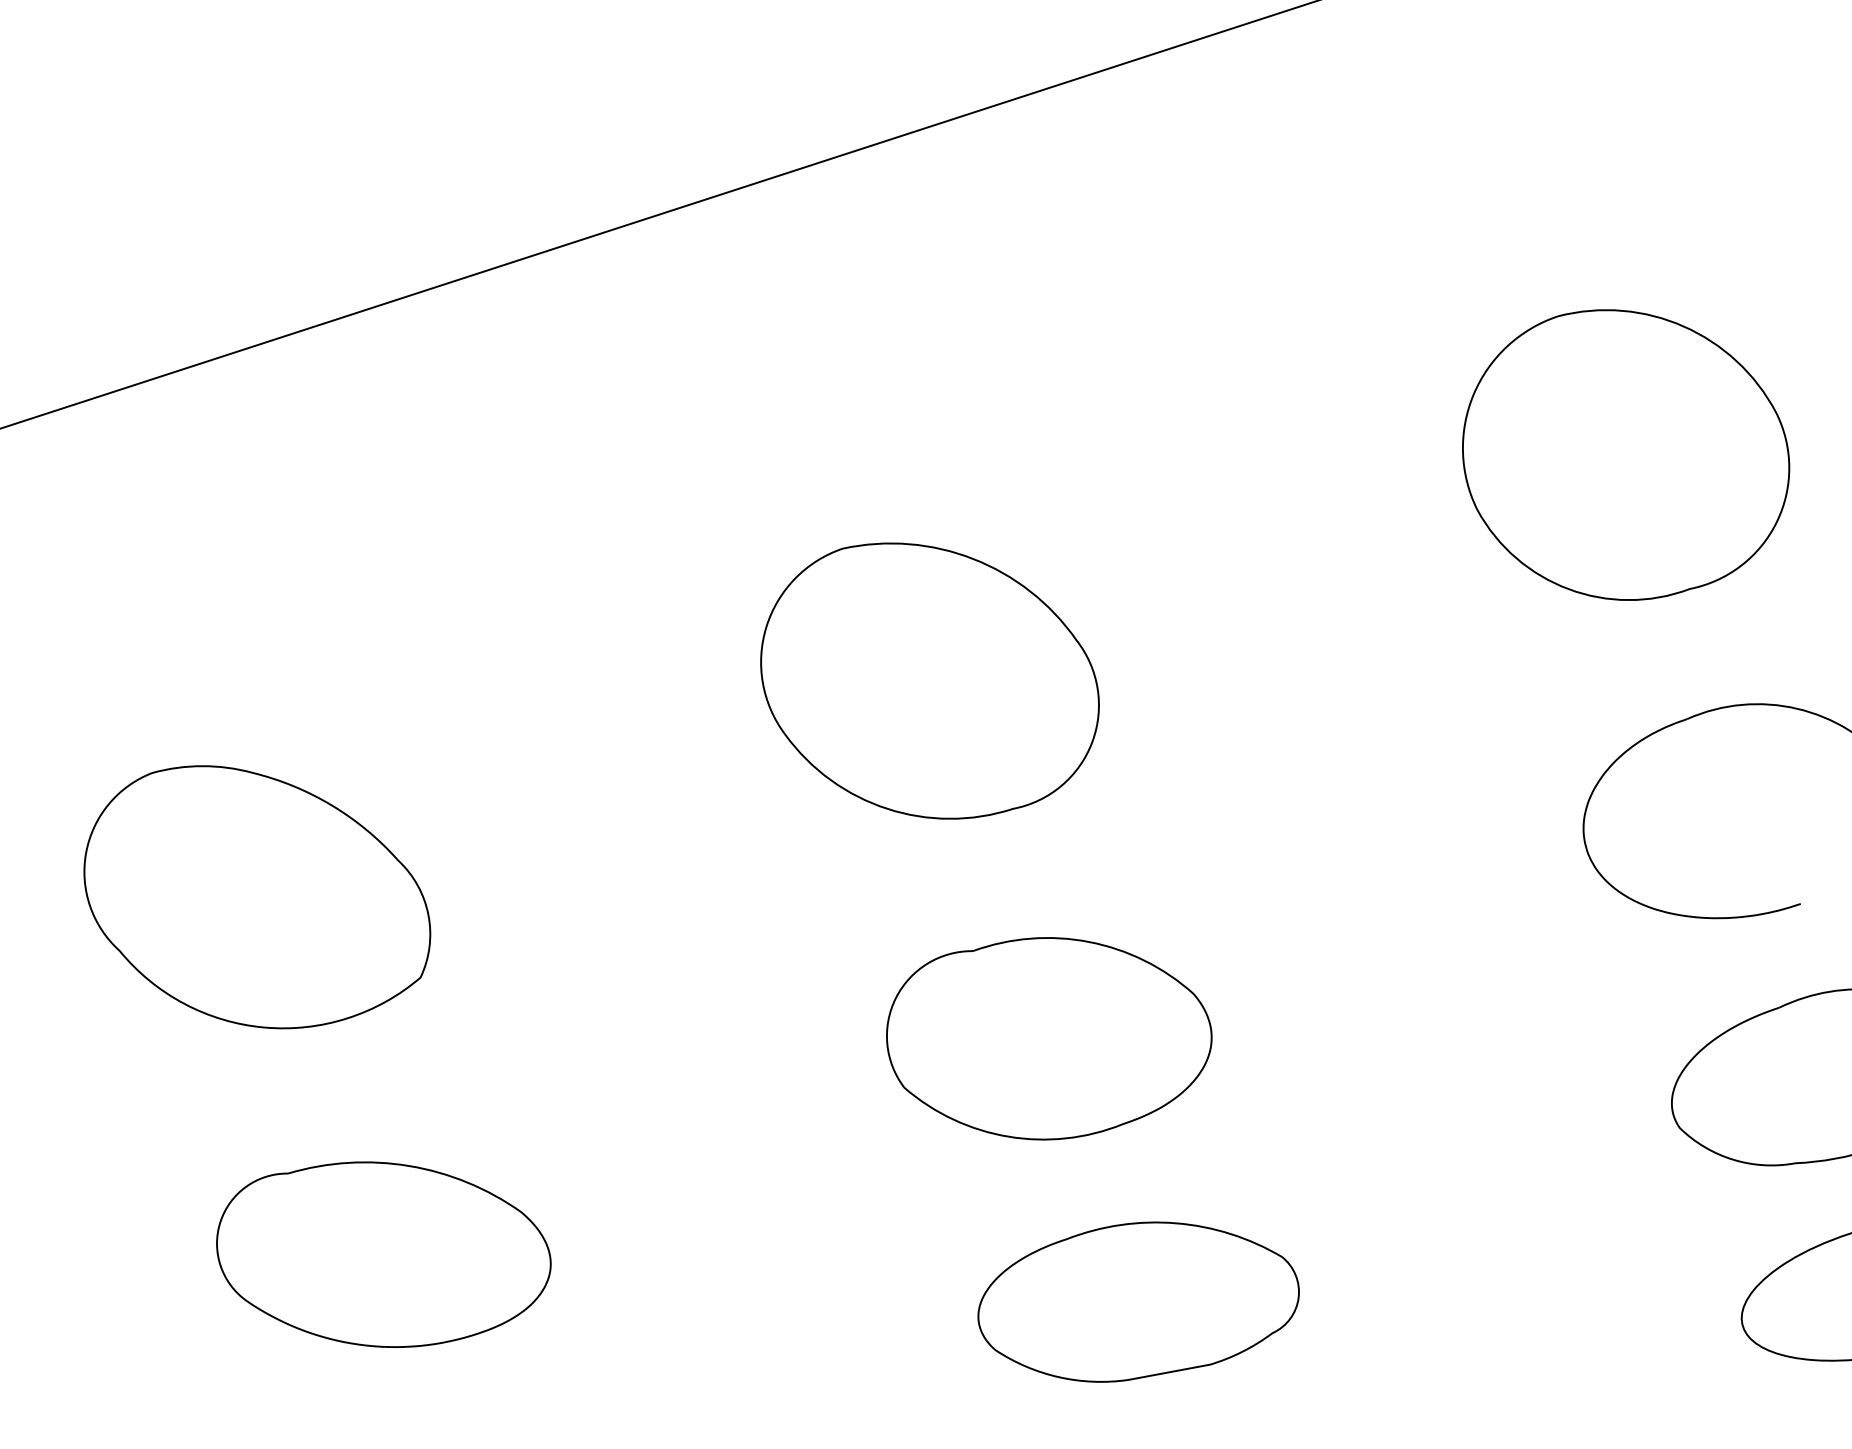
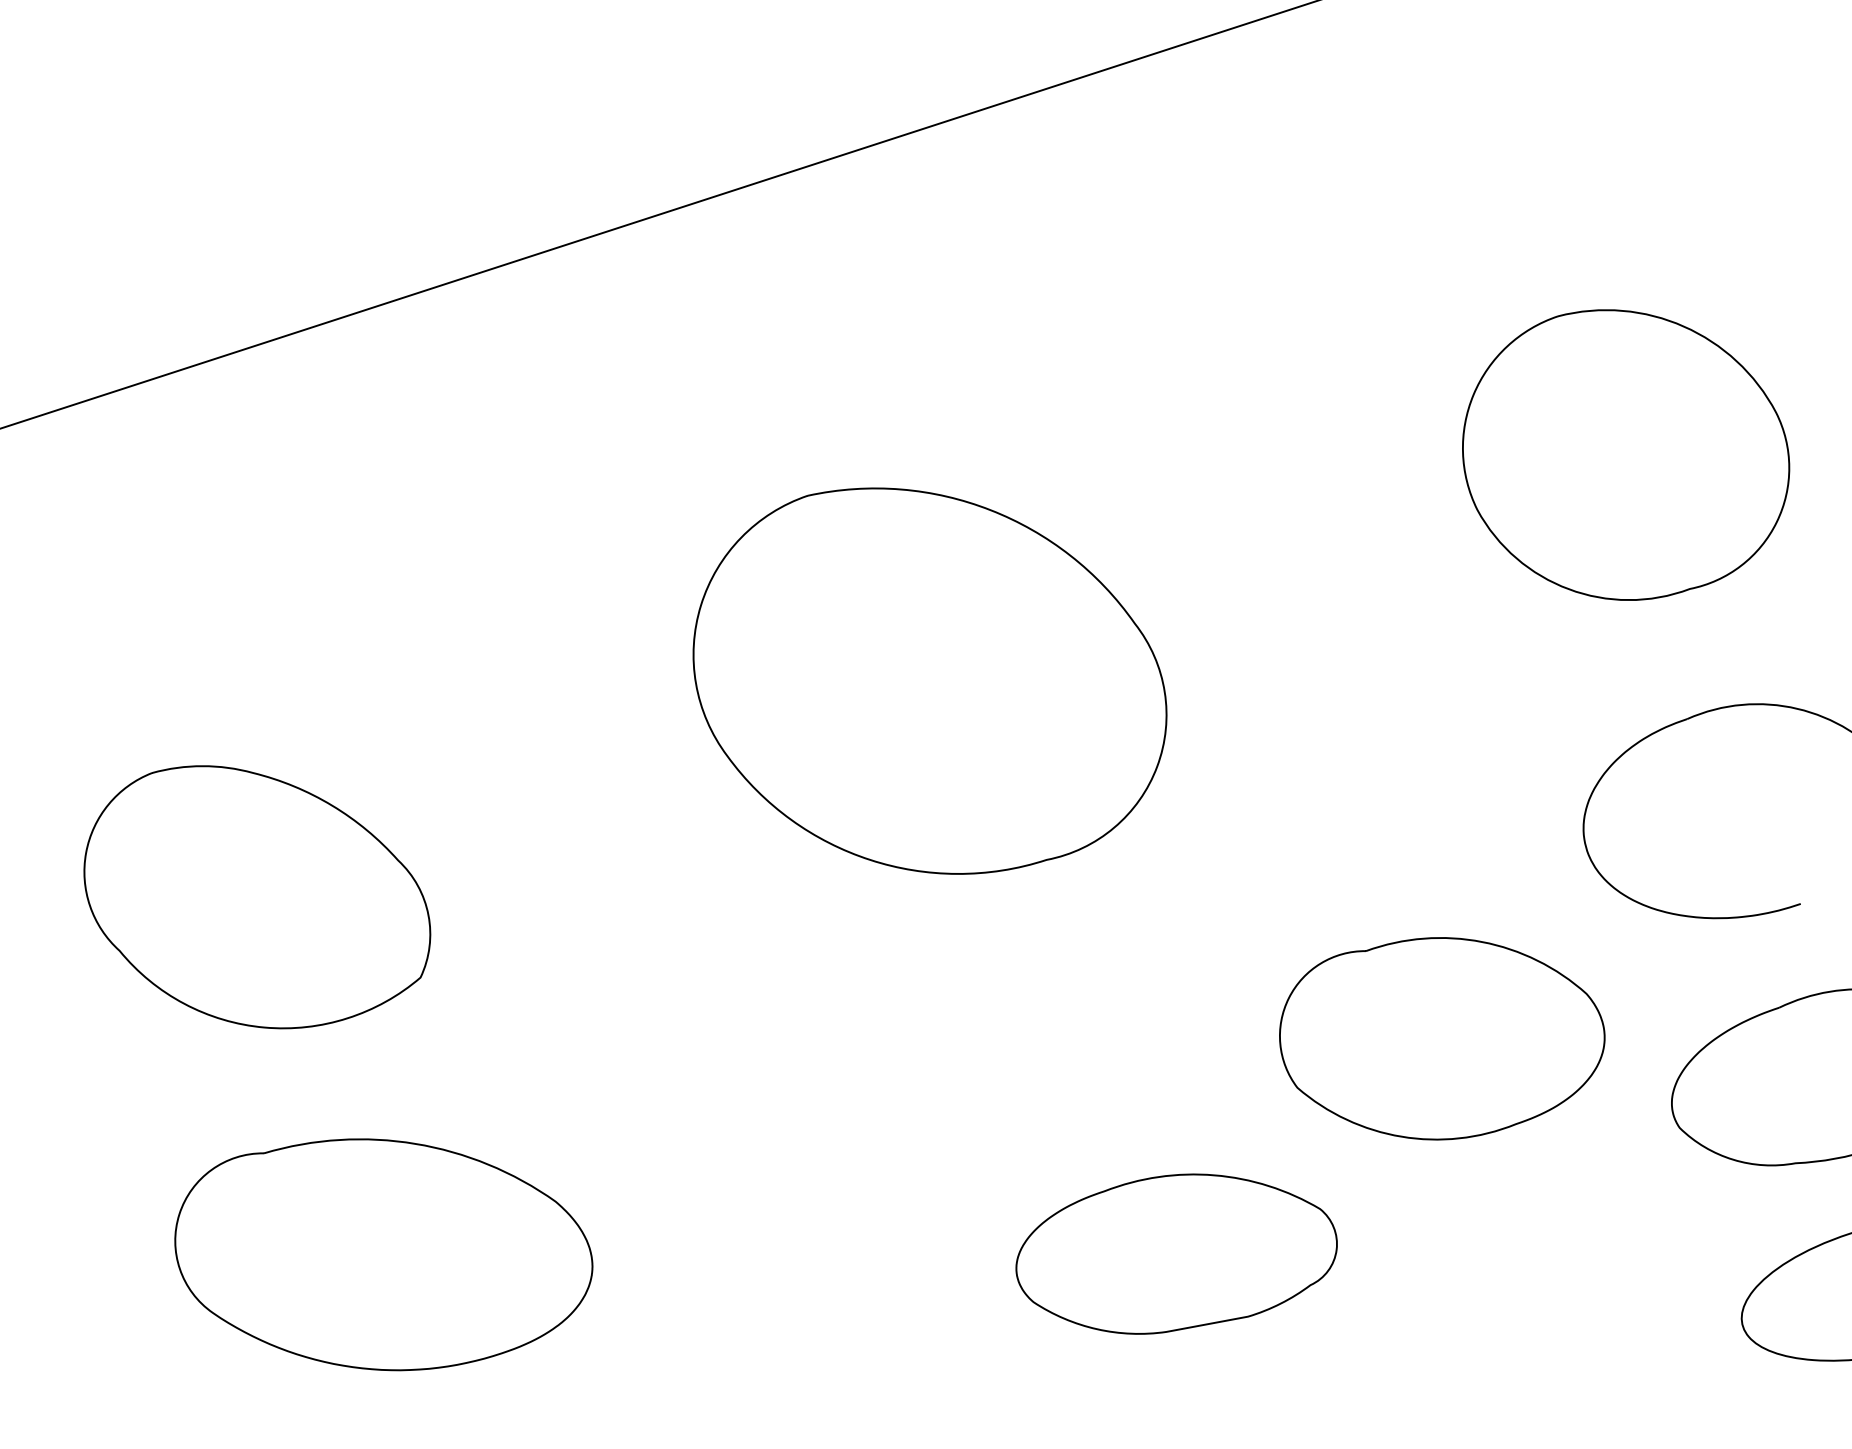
part at (929, 680) size: 340x278 px -> 476x388 px
part at (1049, 1038) position: (1049, 1038) -> (1442, 1038)
part at (383, 1254) size: 336x187 px -> 420x234 px
part at (1138, 1301) position: (1138, 1301) -> (1176, 1253)
